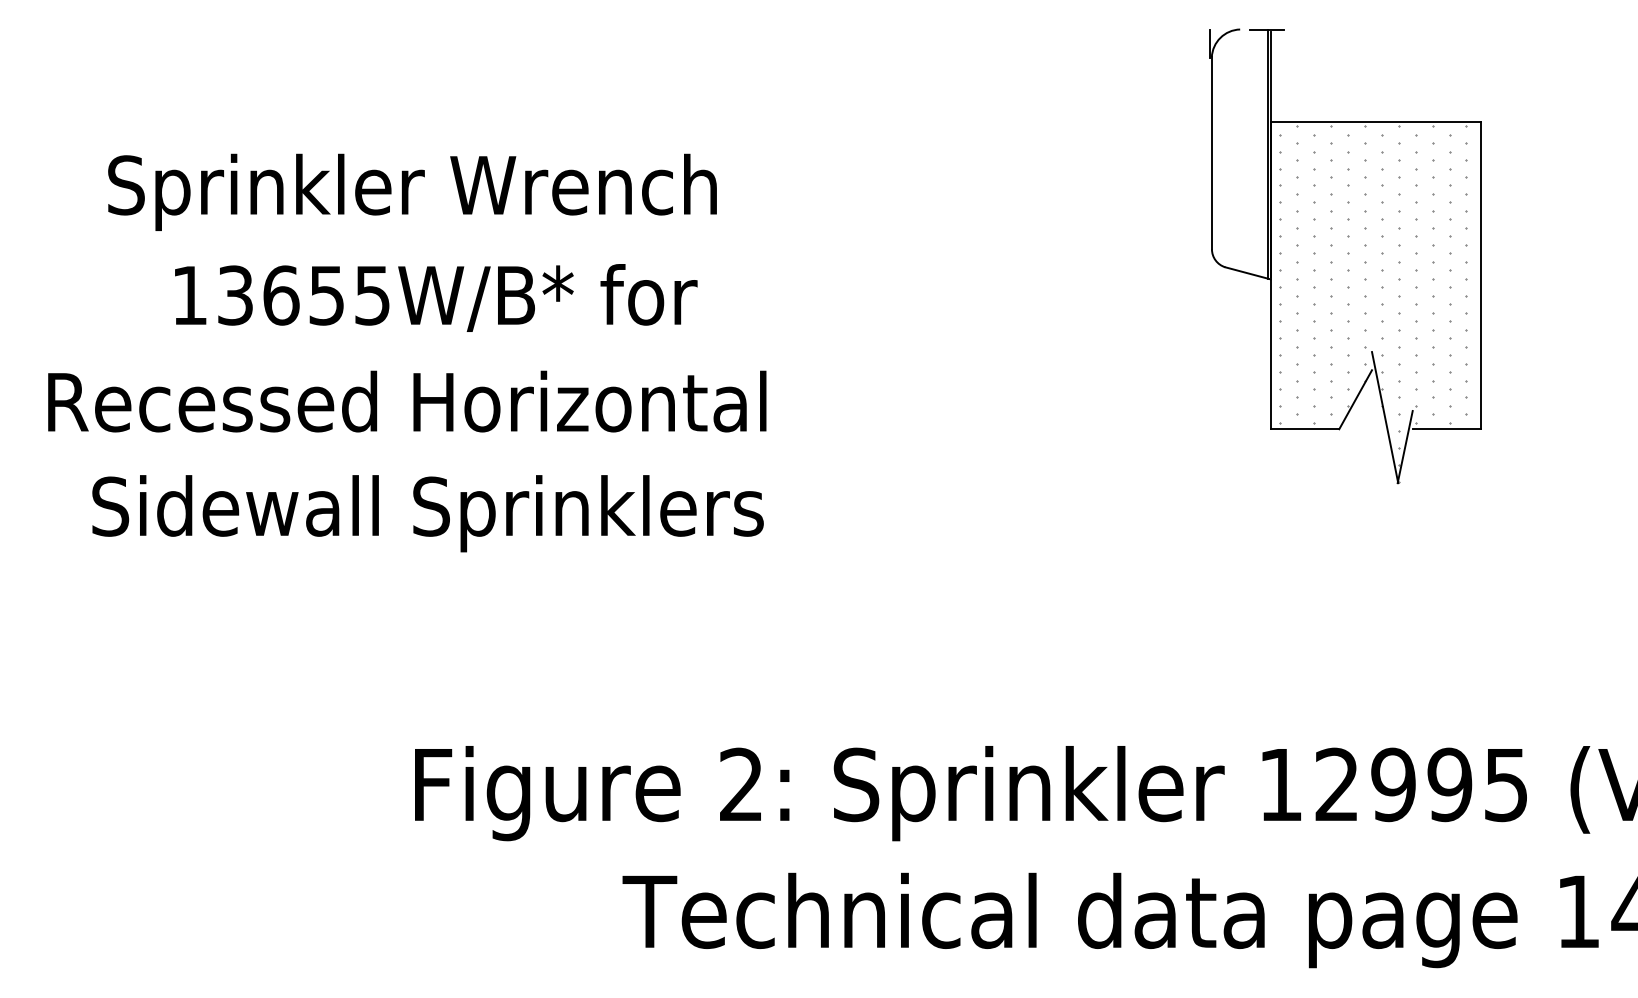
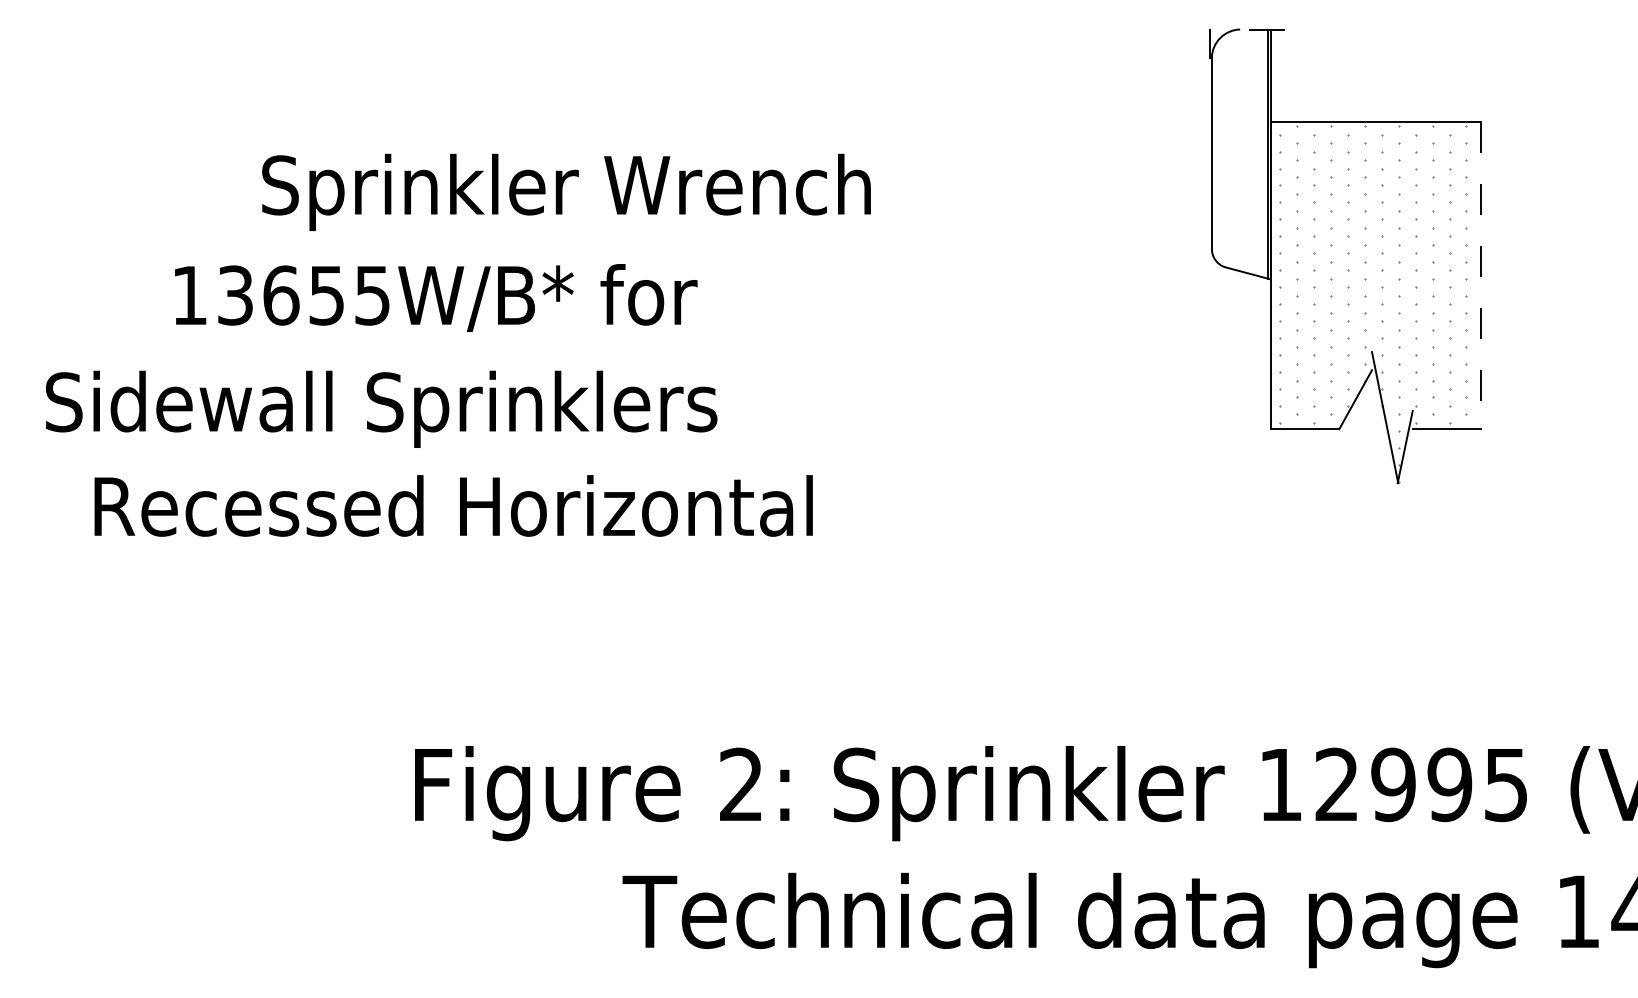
text at (412, 191) position: (412, 191) -> (566, 191)
line at (1480, 275): solid -> dashed
text at (405, 408): Recessed Horizontal -> Sidewall Sprinklers
text at (452, 513): Sidewall Sprinklers -> Recessed Horizontal
